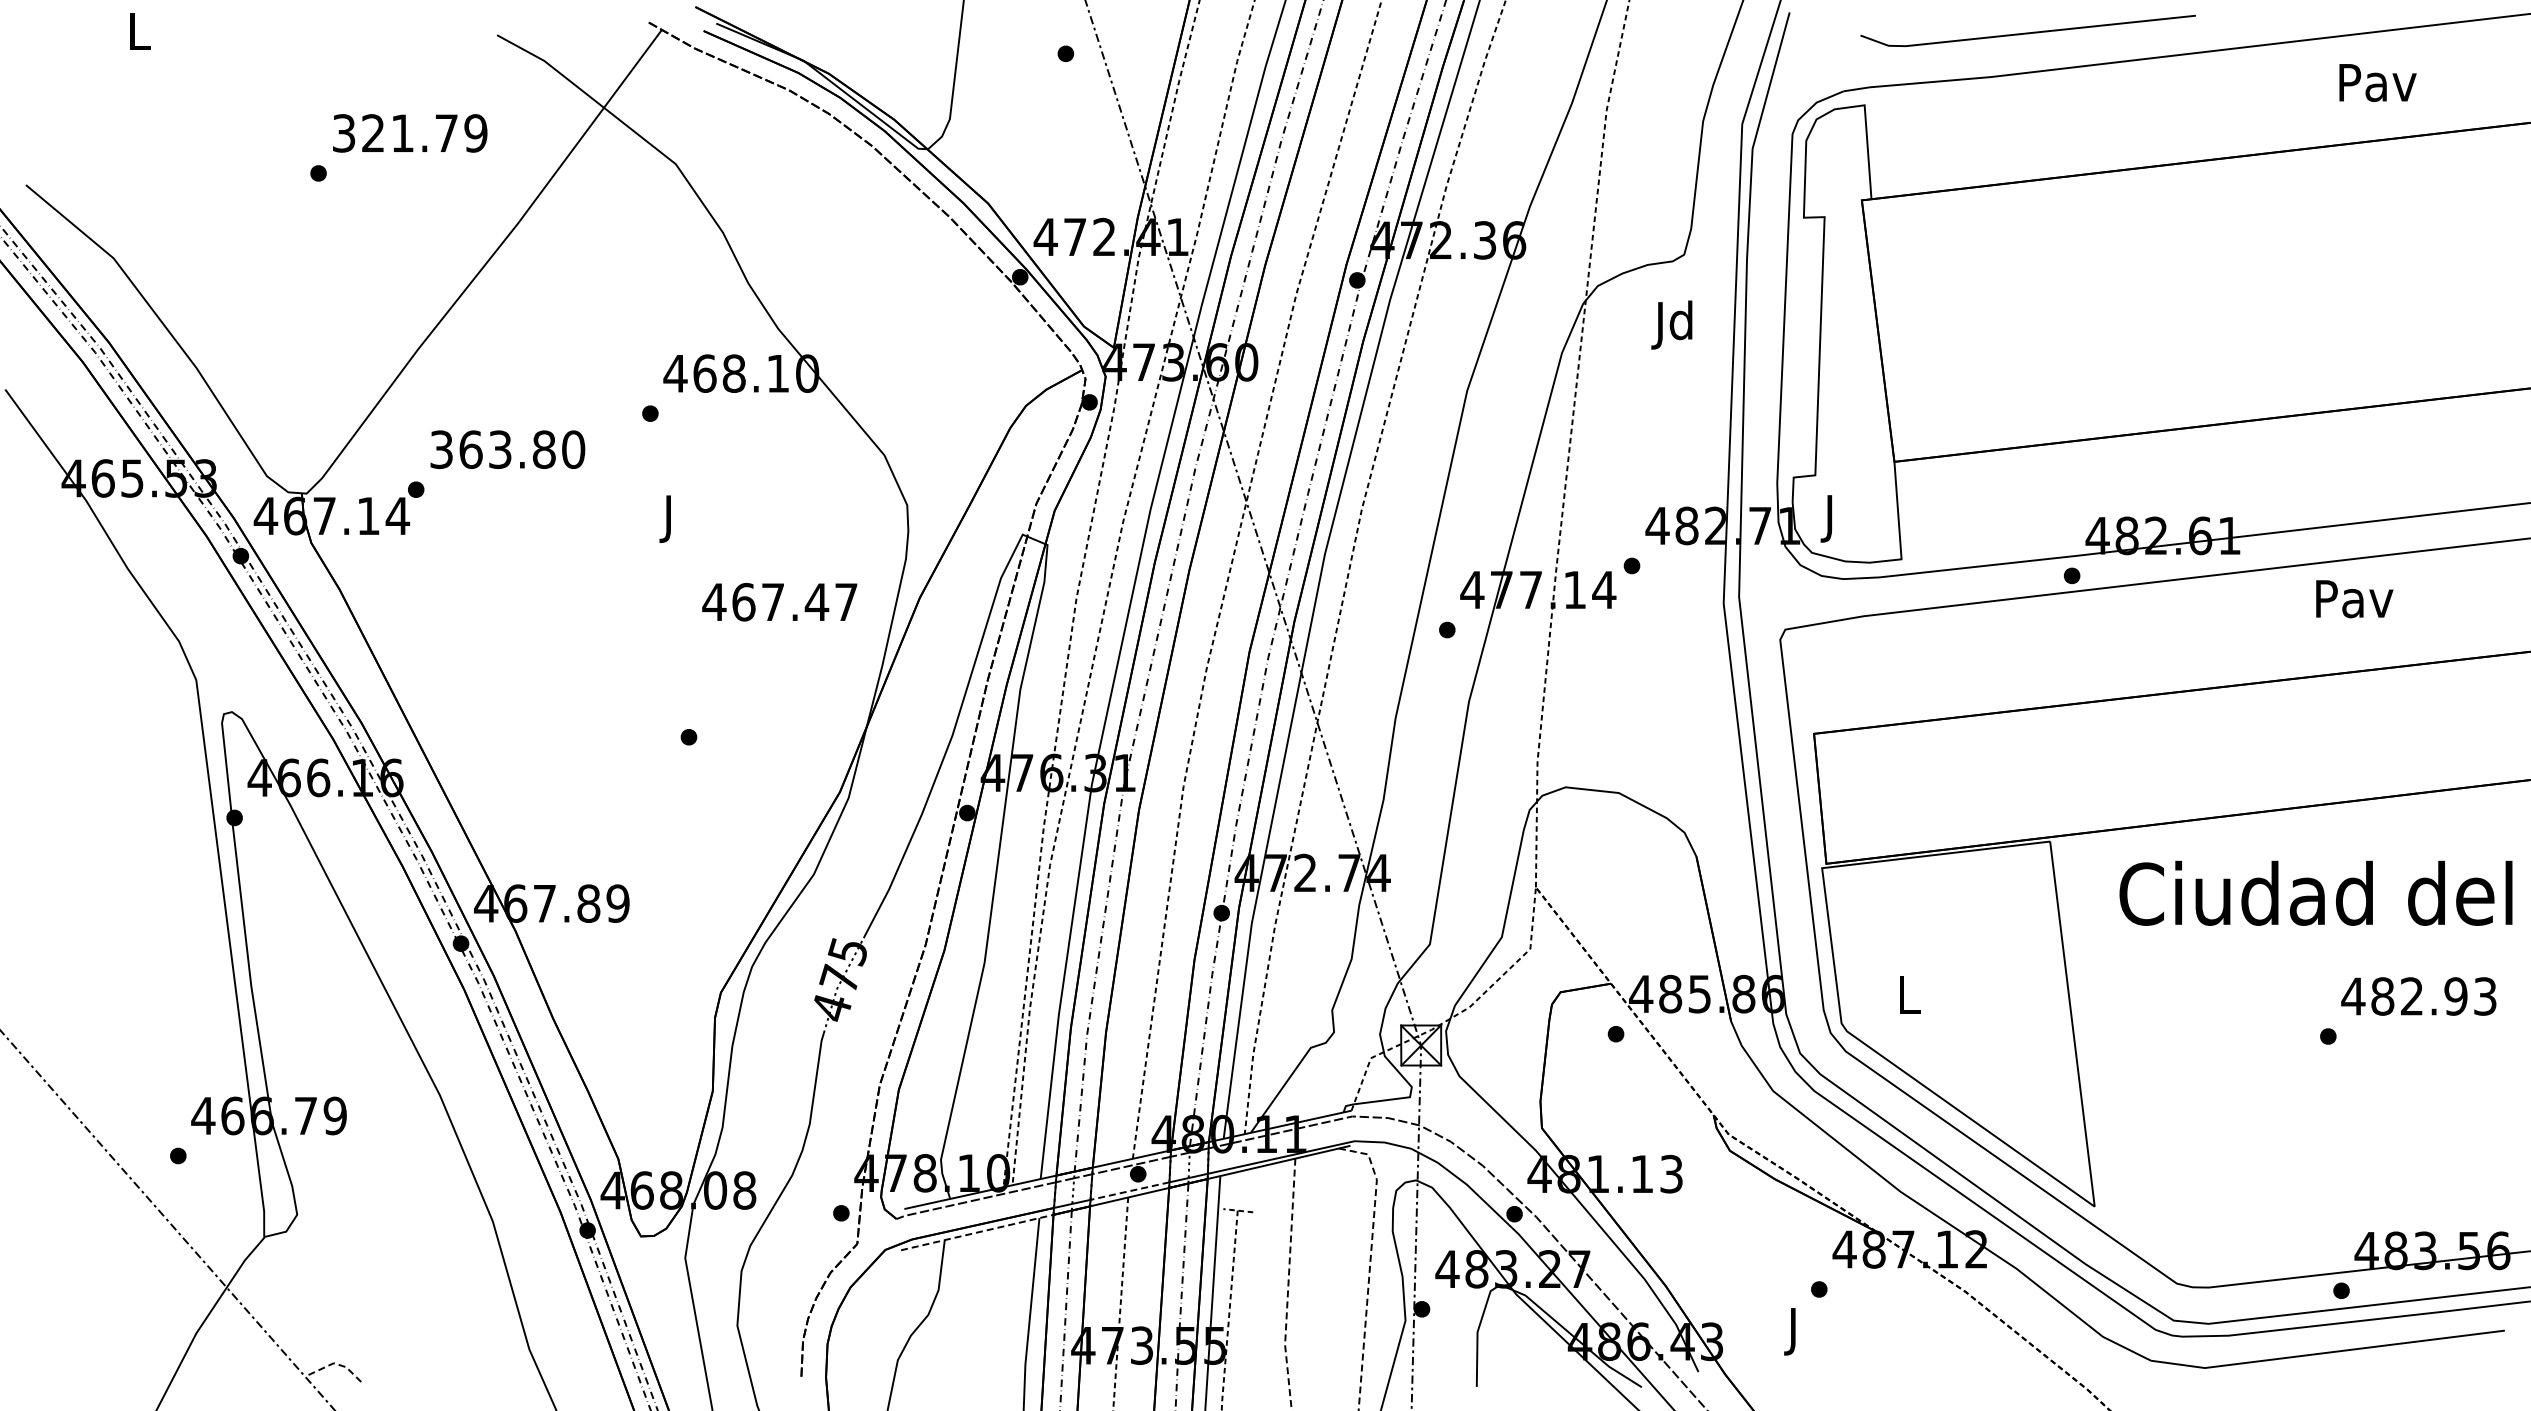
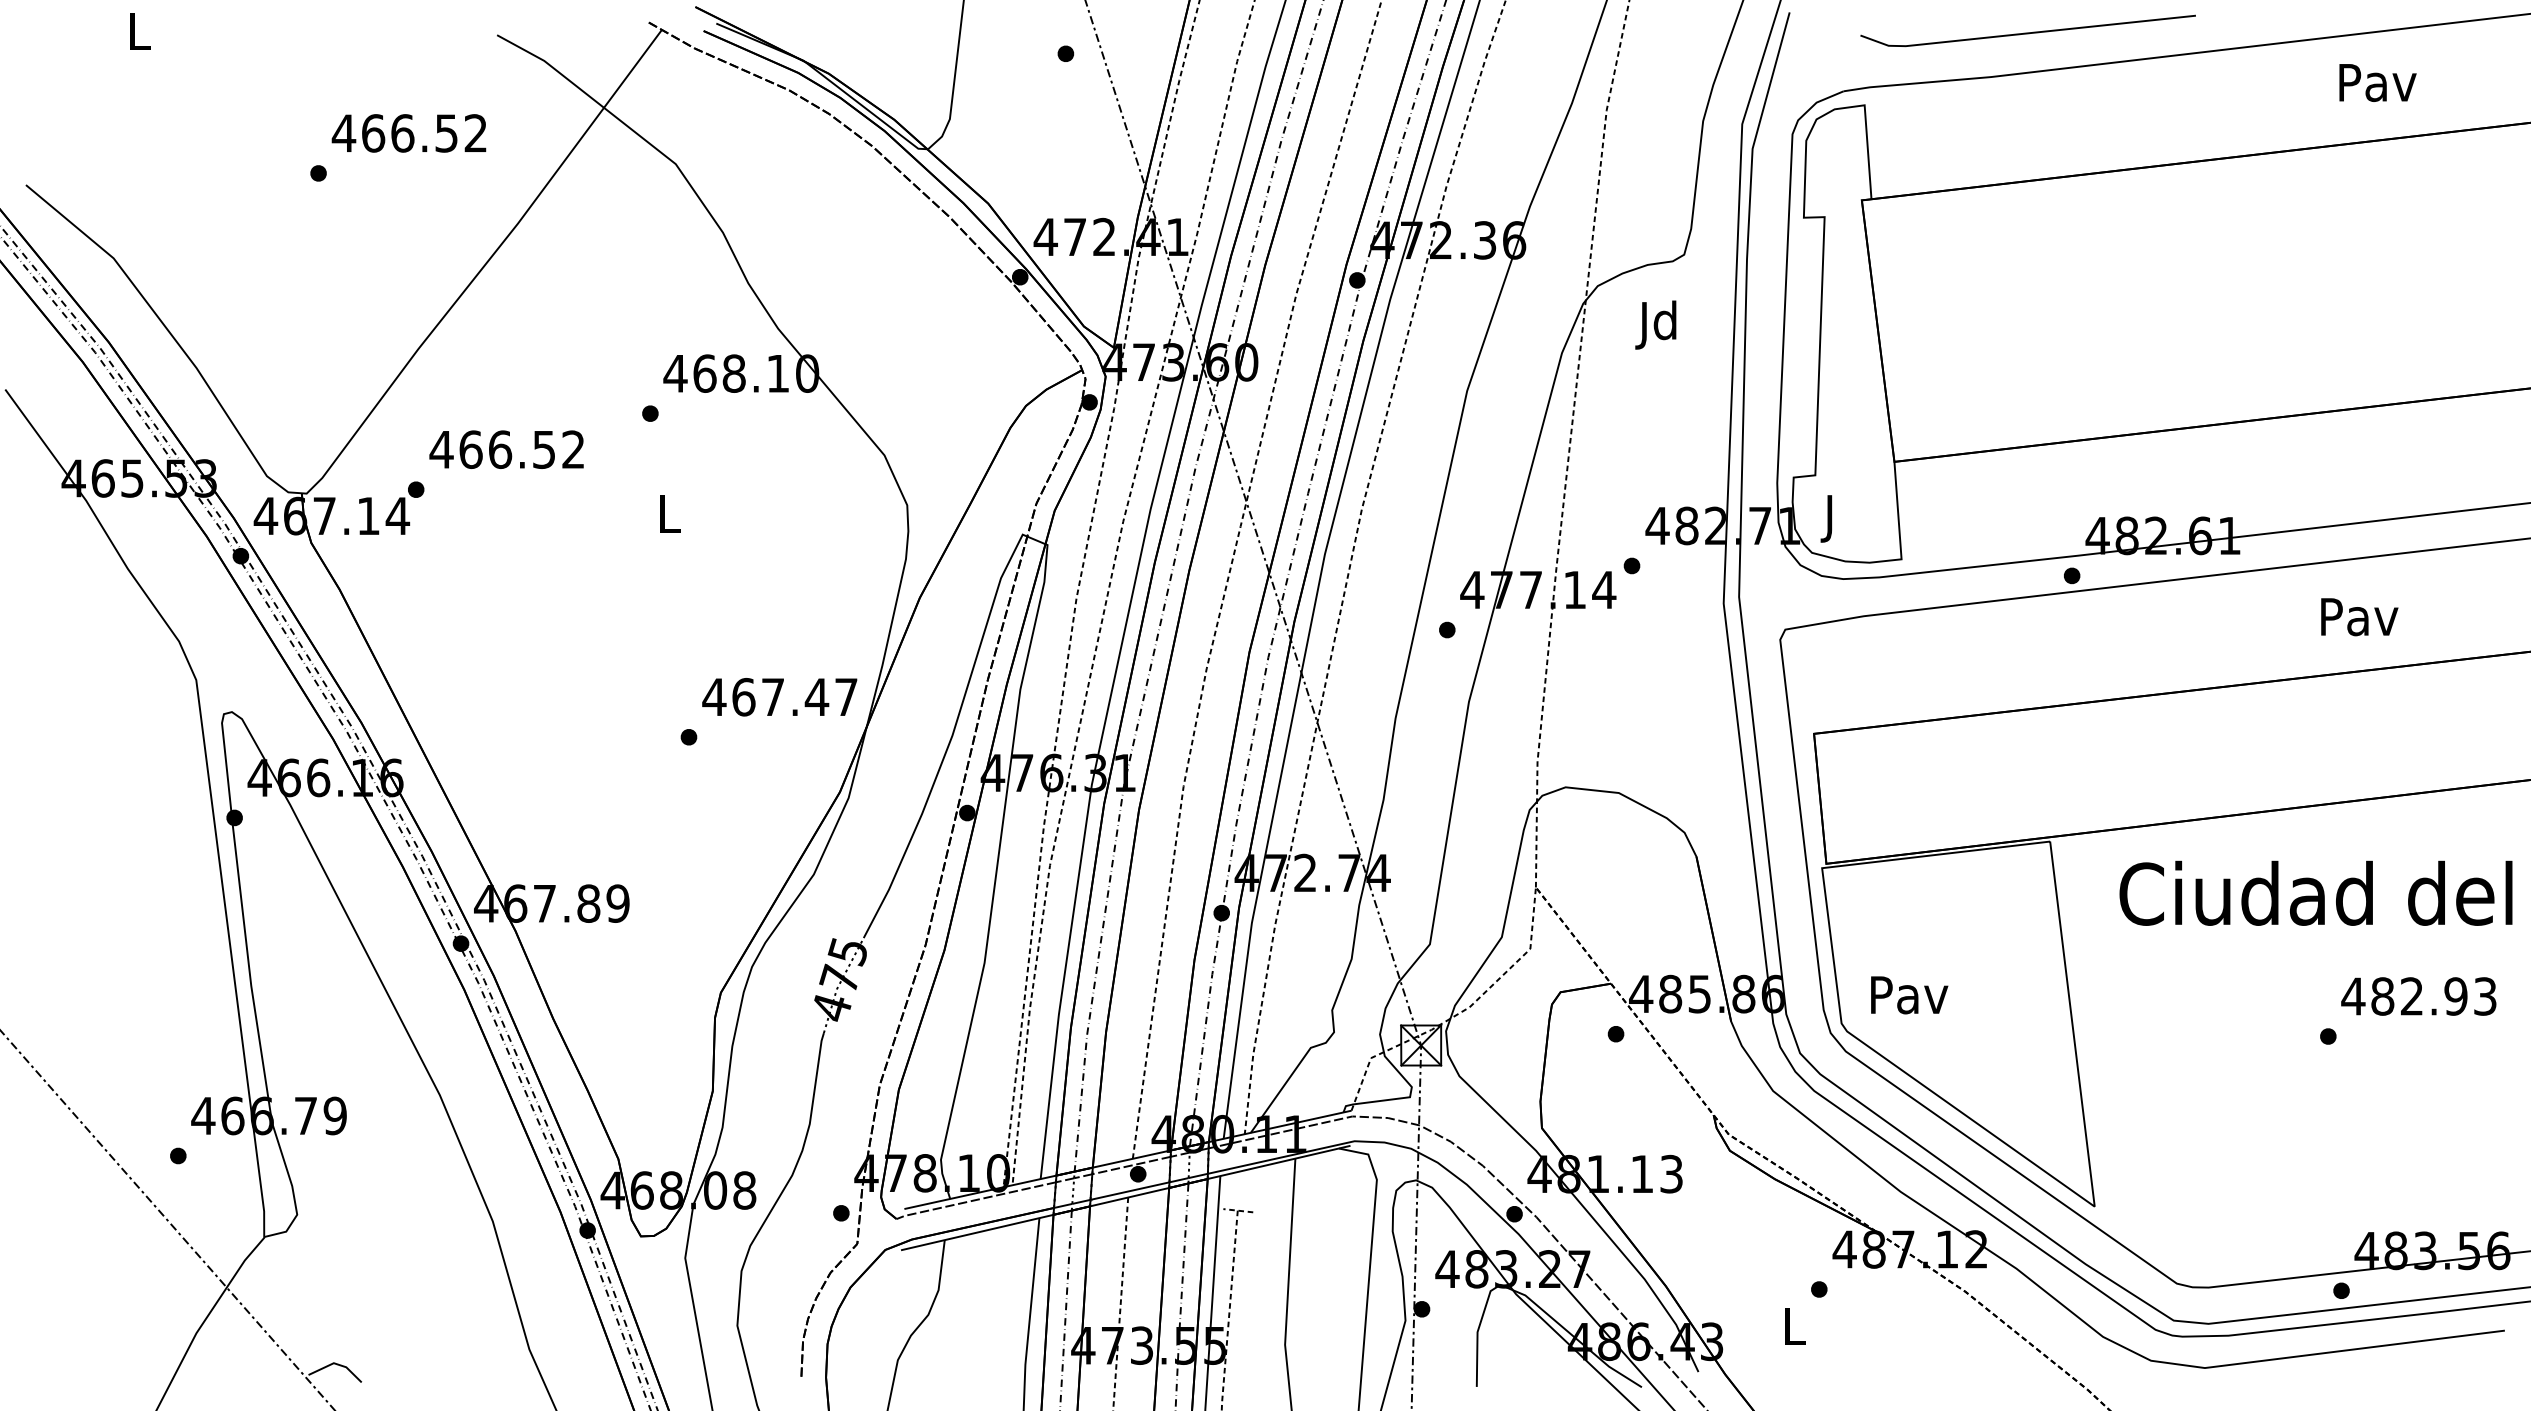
text at (409, 133): 321.79 -> 466.52
text at (1671, 324) position: (1671, 324) -> (1655, 324)
text at (507, 449): 363.80 -> 466.52
text at (669, 518): J -> L
text at (2354, 599) position: (2354, 599) -> (2359, 617)
text at (779, 602) position: (779, 602) -> (779, 697)
text at (1909, 995): L -> Pav
line at (1129, 1191): dashed -> solid
line at (978, 1232): dashed -> solid
line at (1370, 1266): dashed -> solid
line at (1288, 1285): dashed -> solid
text at (1794, 1331): J -> L
line at (337, 1364): dashed -> solid
